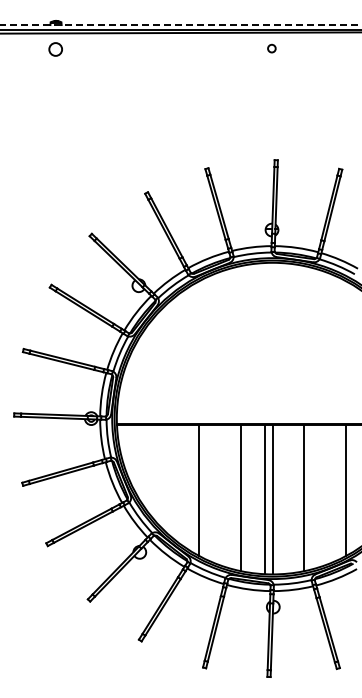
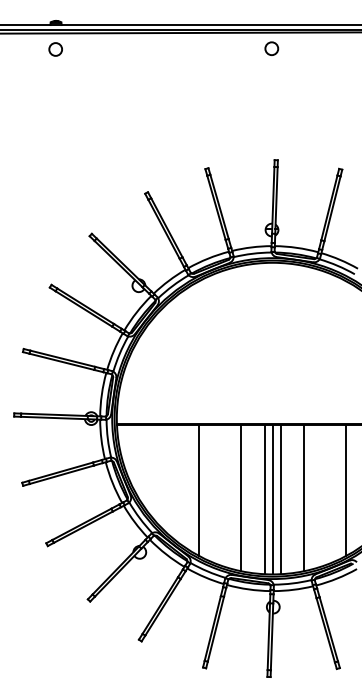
line at (181, 25): dashed -> solid
circle at (271, 48) size: 10x11 px -> 16x15 px
line at (280, 499): none -> present
